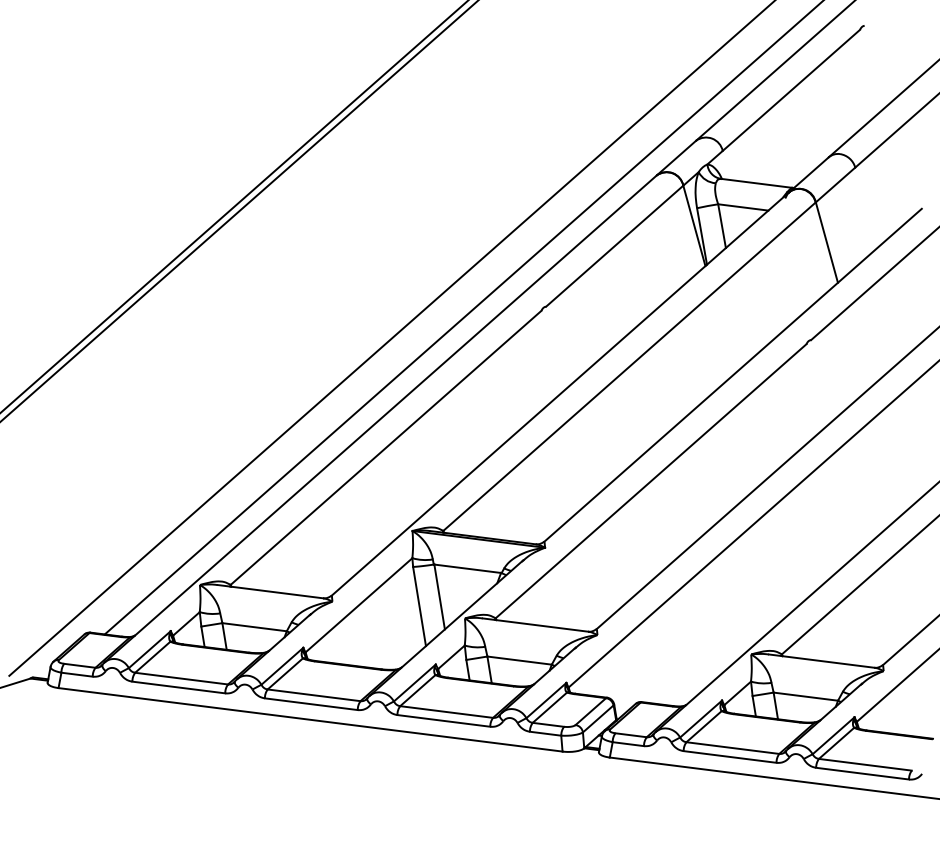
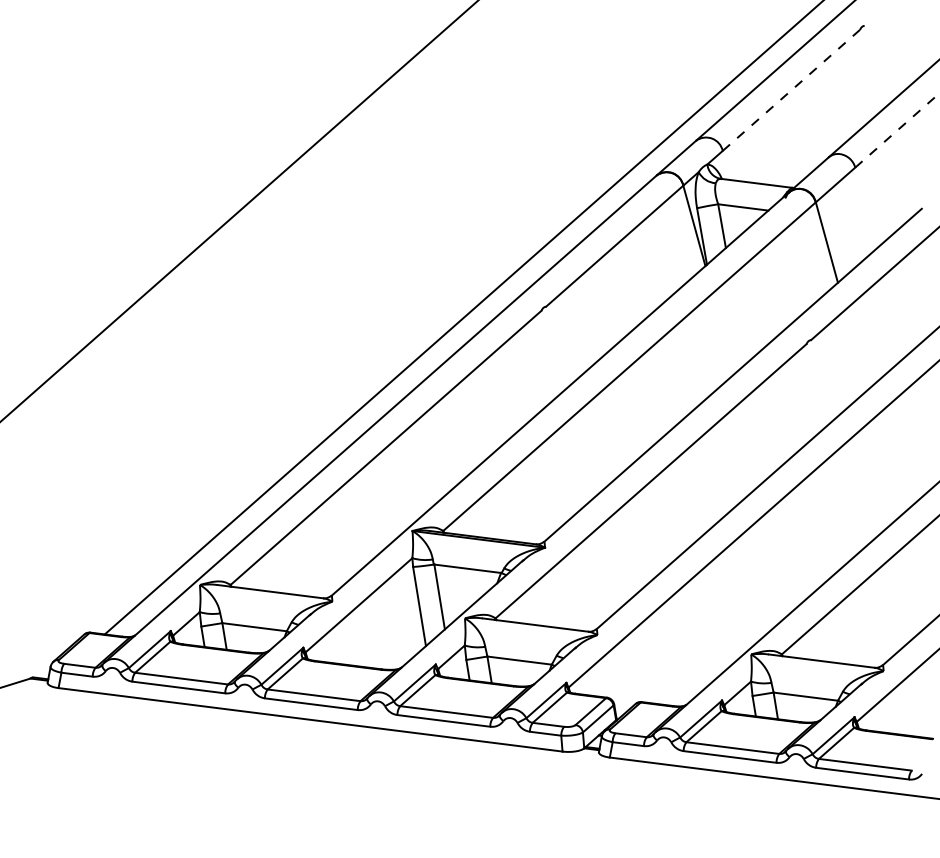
line at (791, 90): solid -> dashed
line at (898, 129): solid -> dashed
line at (234, 206): present -> none
line at (391, 338): present -> none
